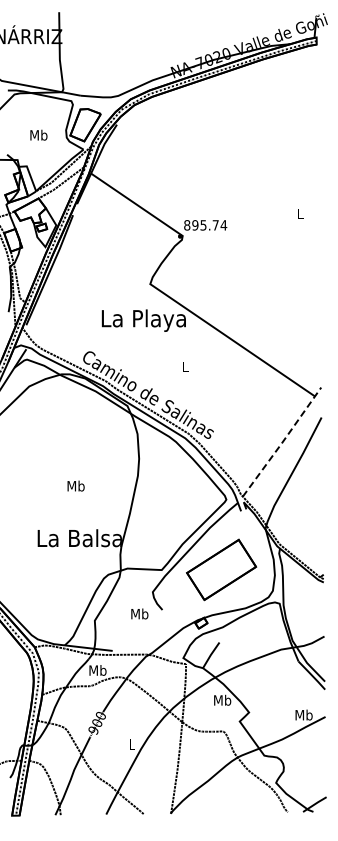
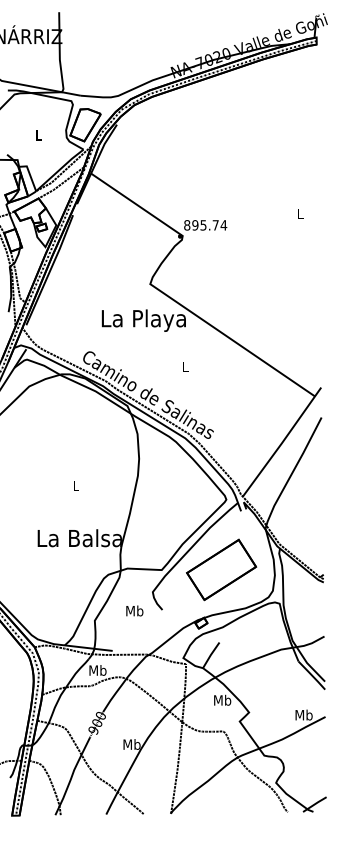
text at (38, 134): Mb -> L
line at (282, 442): dashed -> solid
text at (75, 485): Mb -> L
text at (139, 613) position: (139, 613) -> (134, 610)
text at (131, 744): L -> Mb
